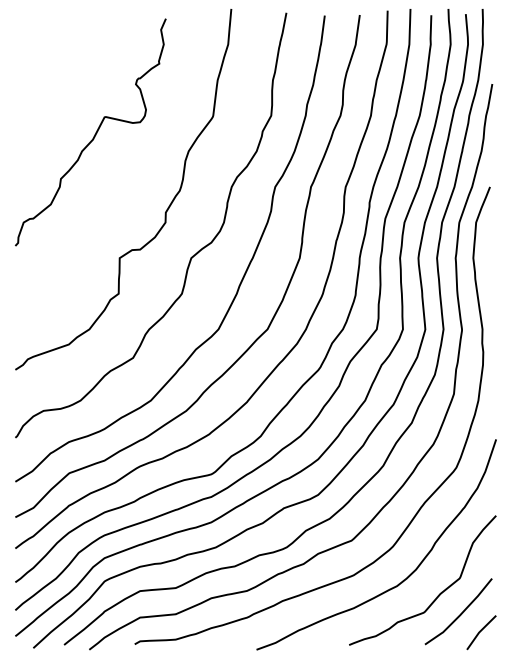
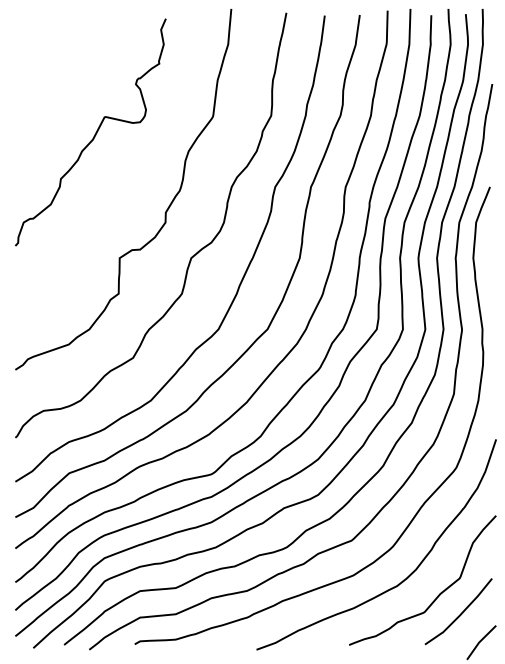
line at (481, 631) position: (481, 631) -> (481, 641)
